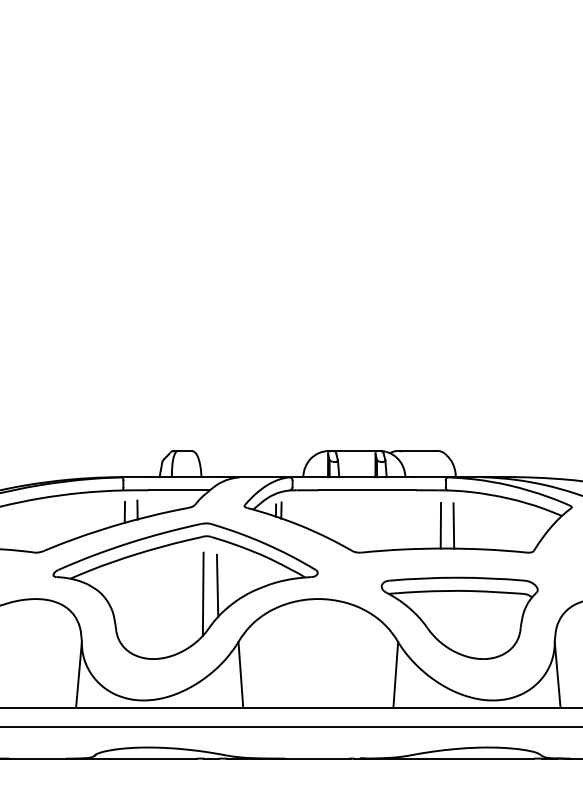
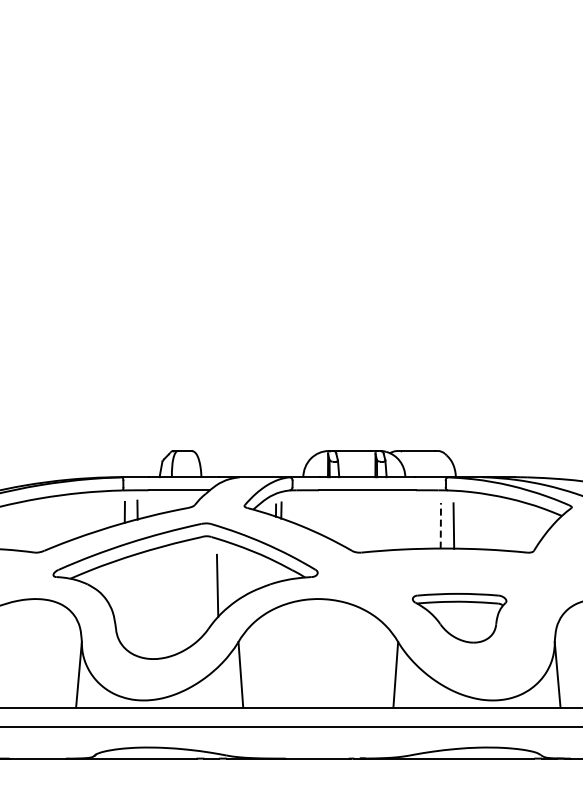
line at (440, 525): solid -> dashed
line at (202, 593): present -> none
part at (459, 617) size: 159x84 px -> 96x51 px
